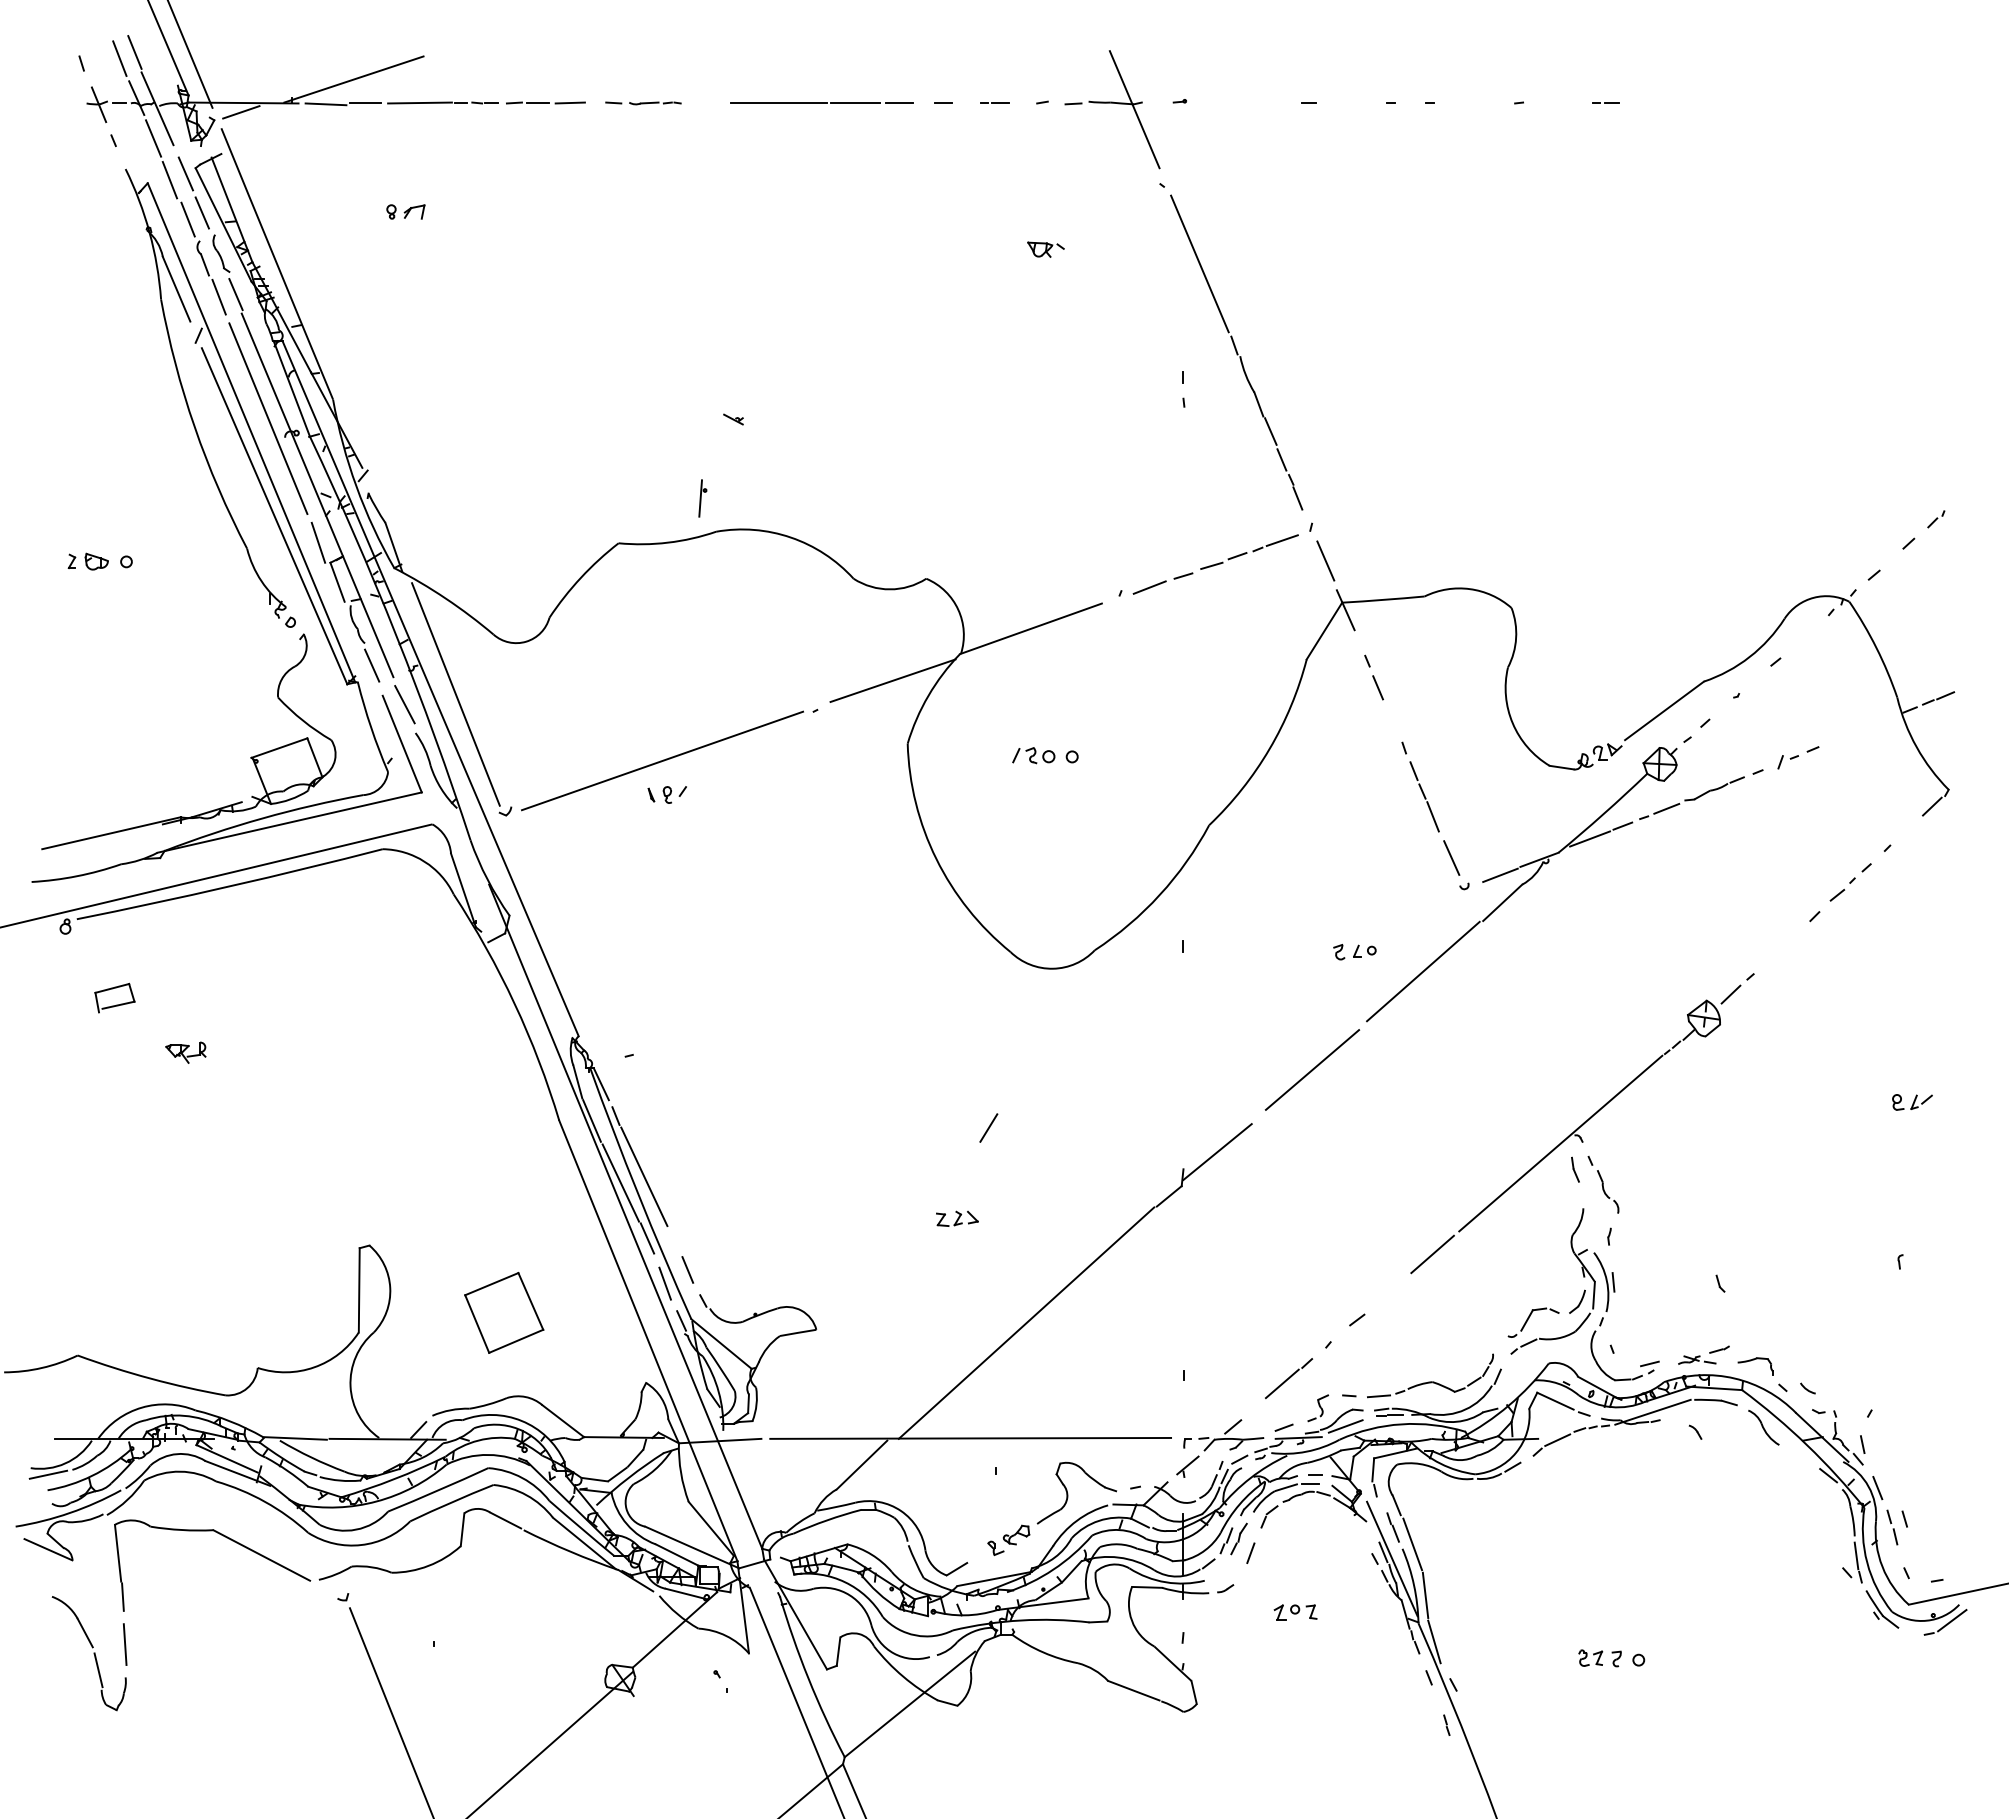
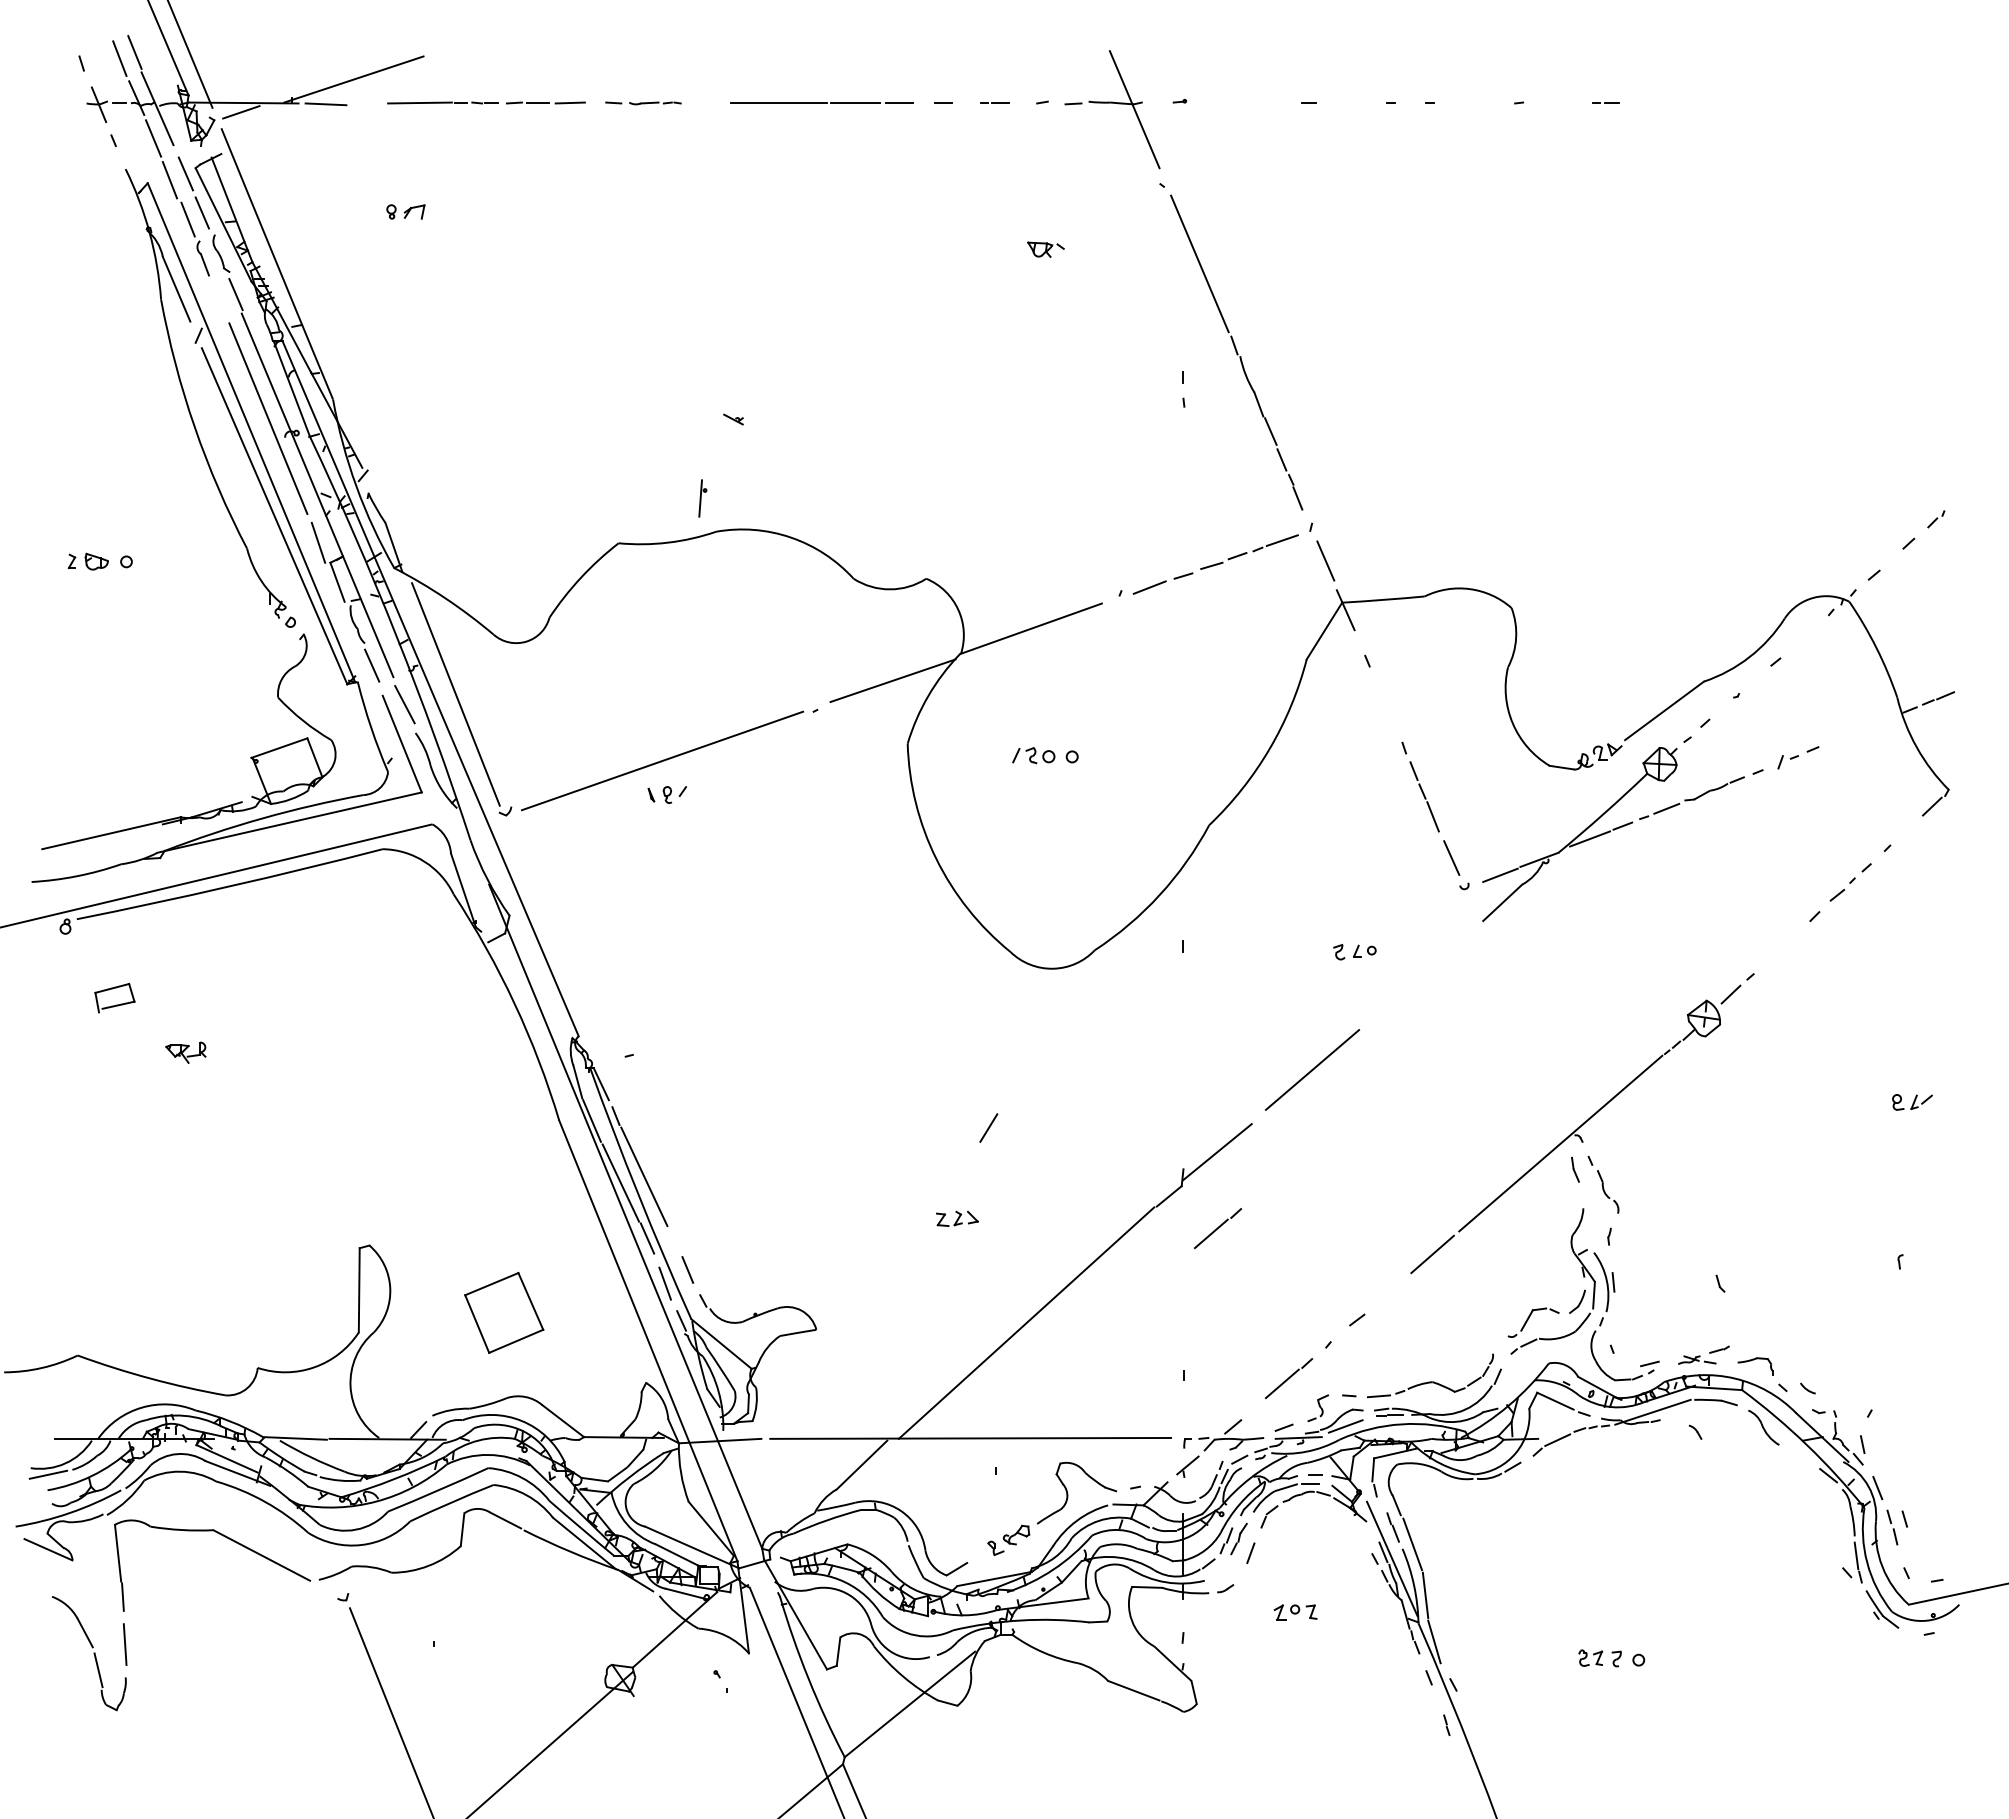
line at (365, 102): present -> none
line at (218, 296): present -> none
line at (1377, 687): present -> none
line at (1423, 971): present -> none
part at (1218, 1228): none -> present
line at (1952, 1620): present -> none
